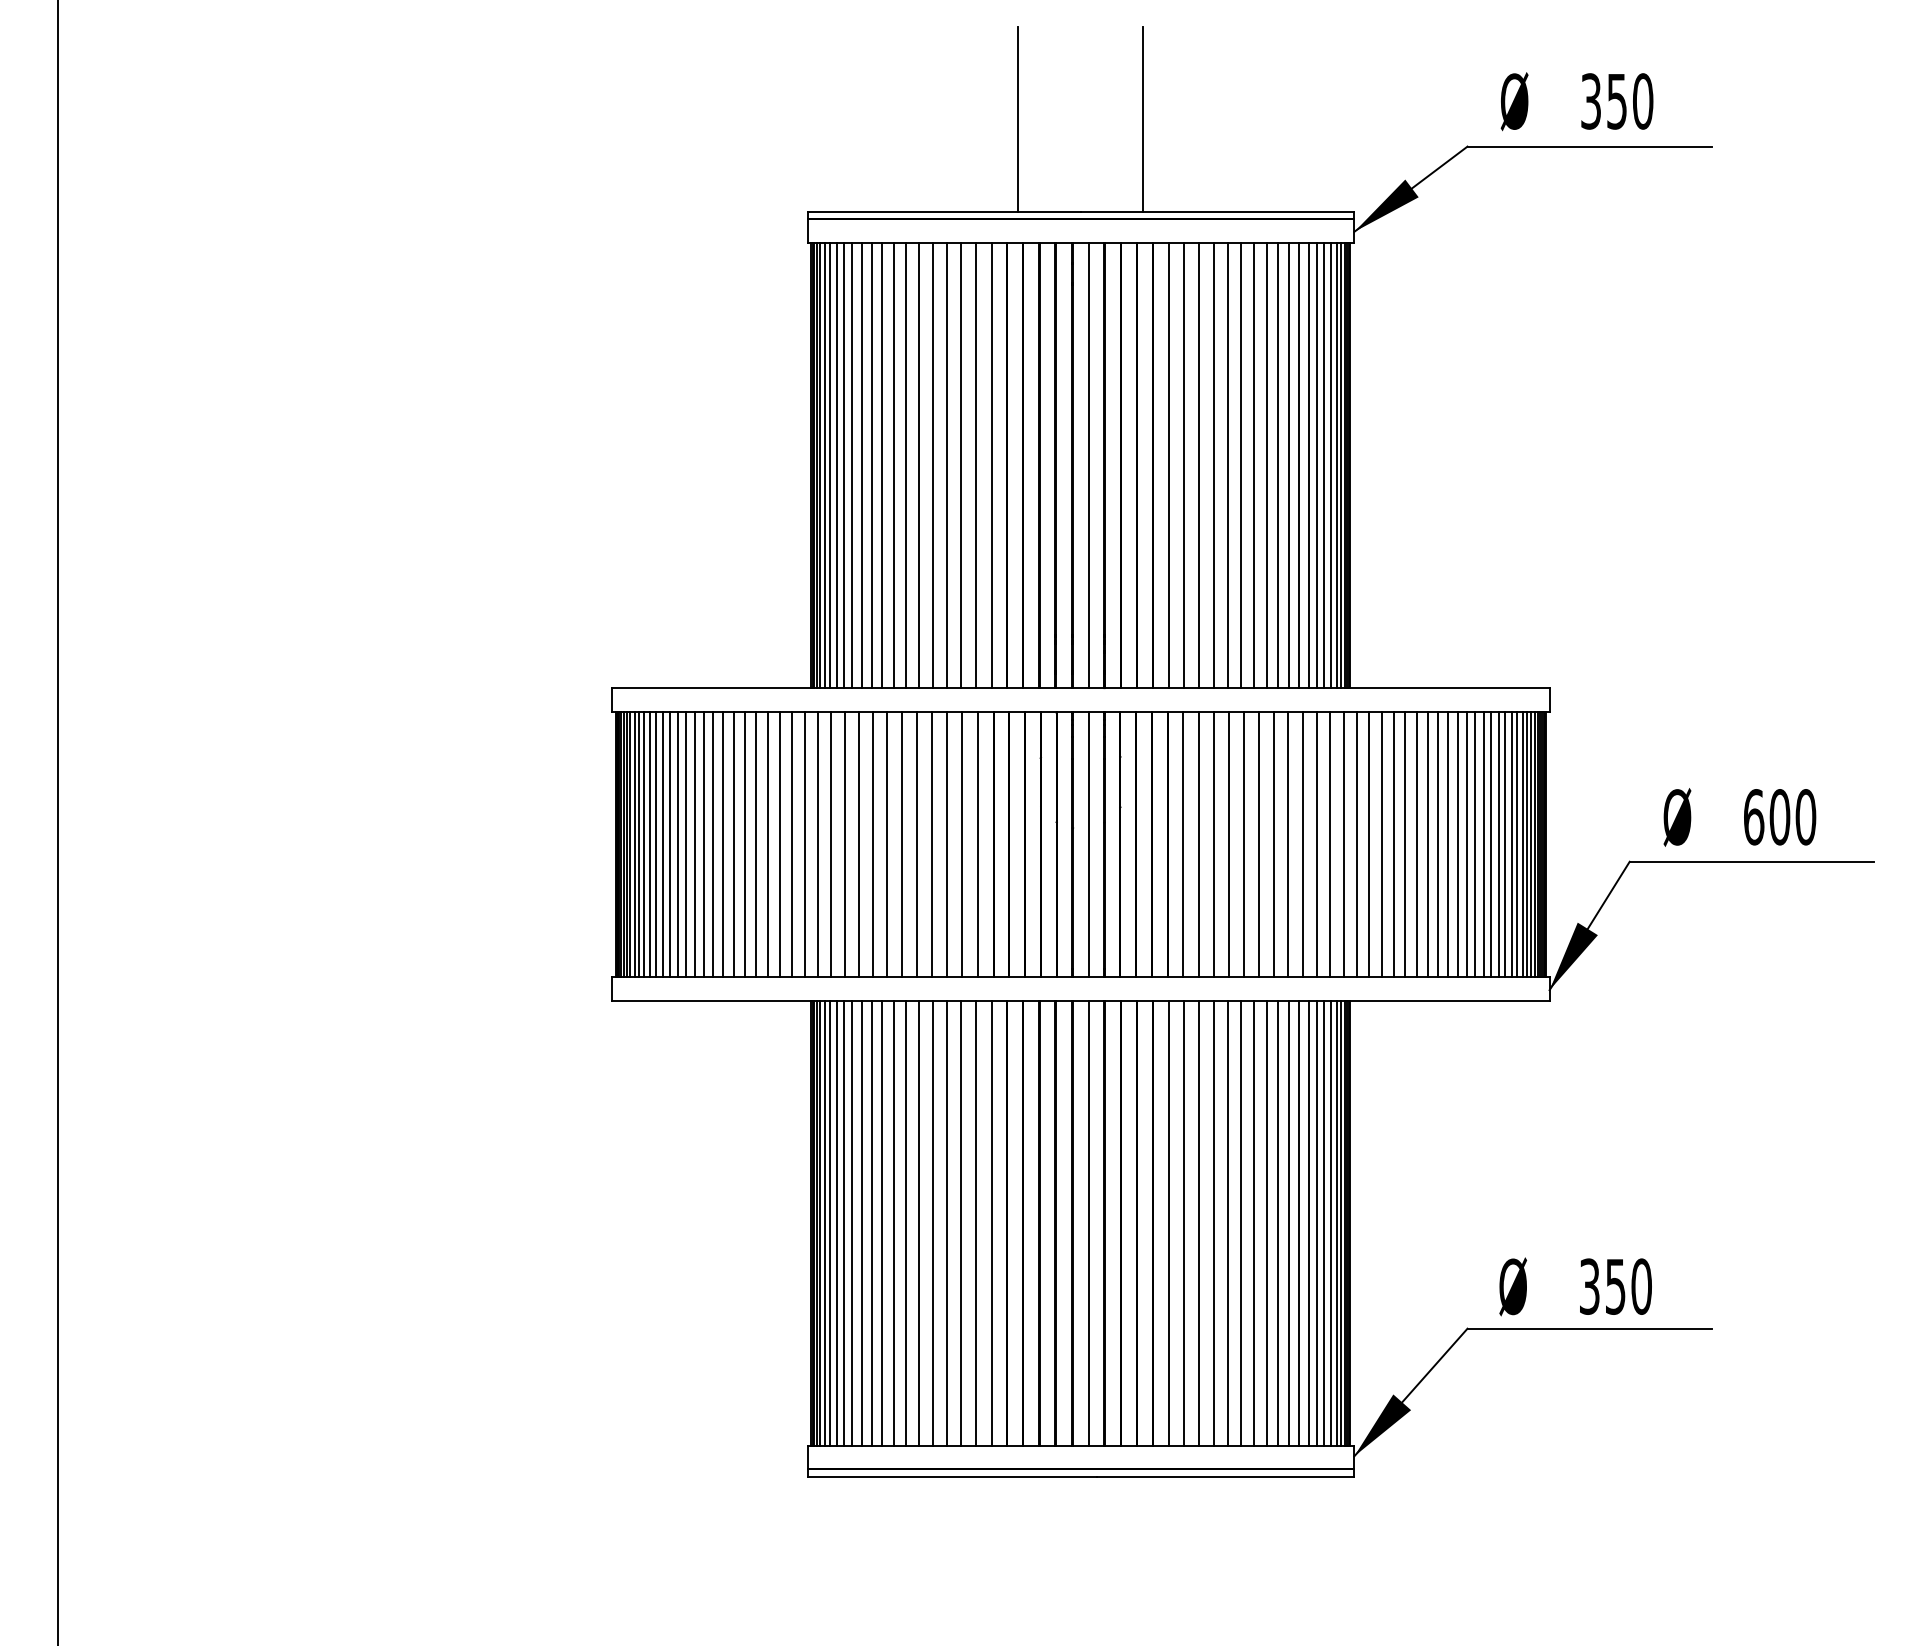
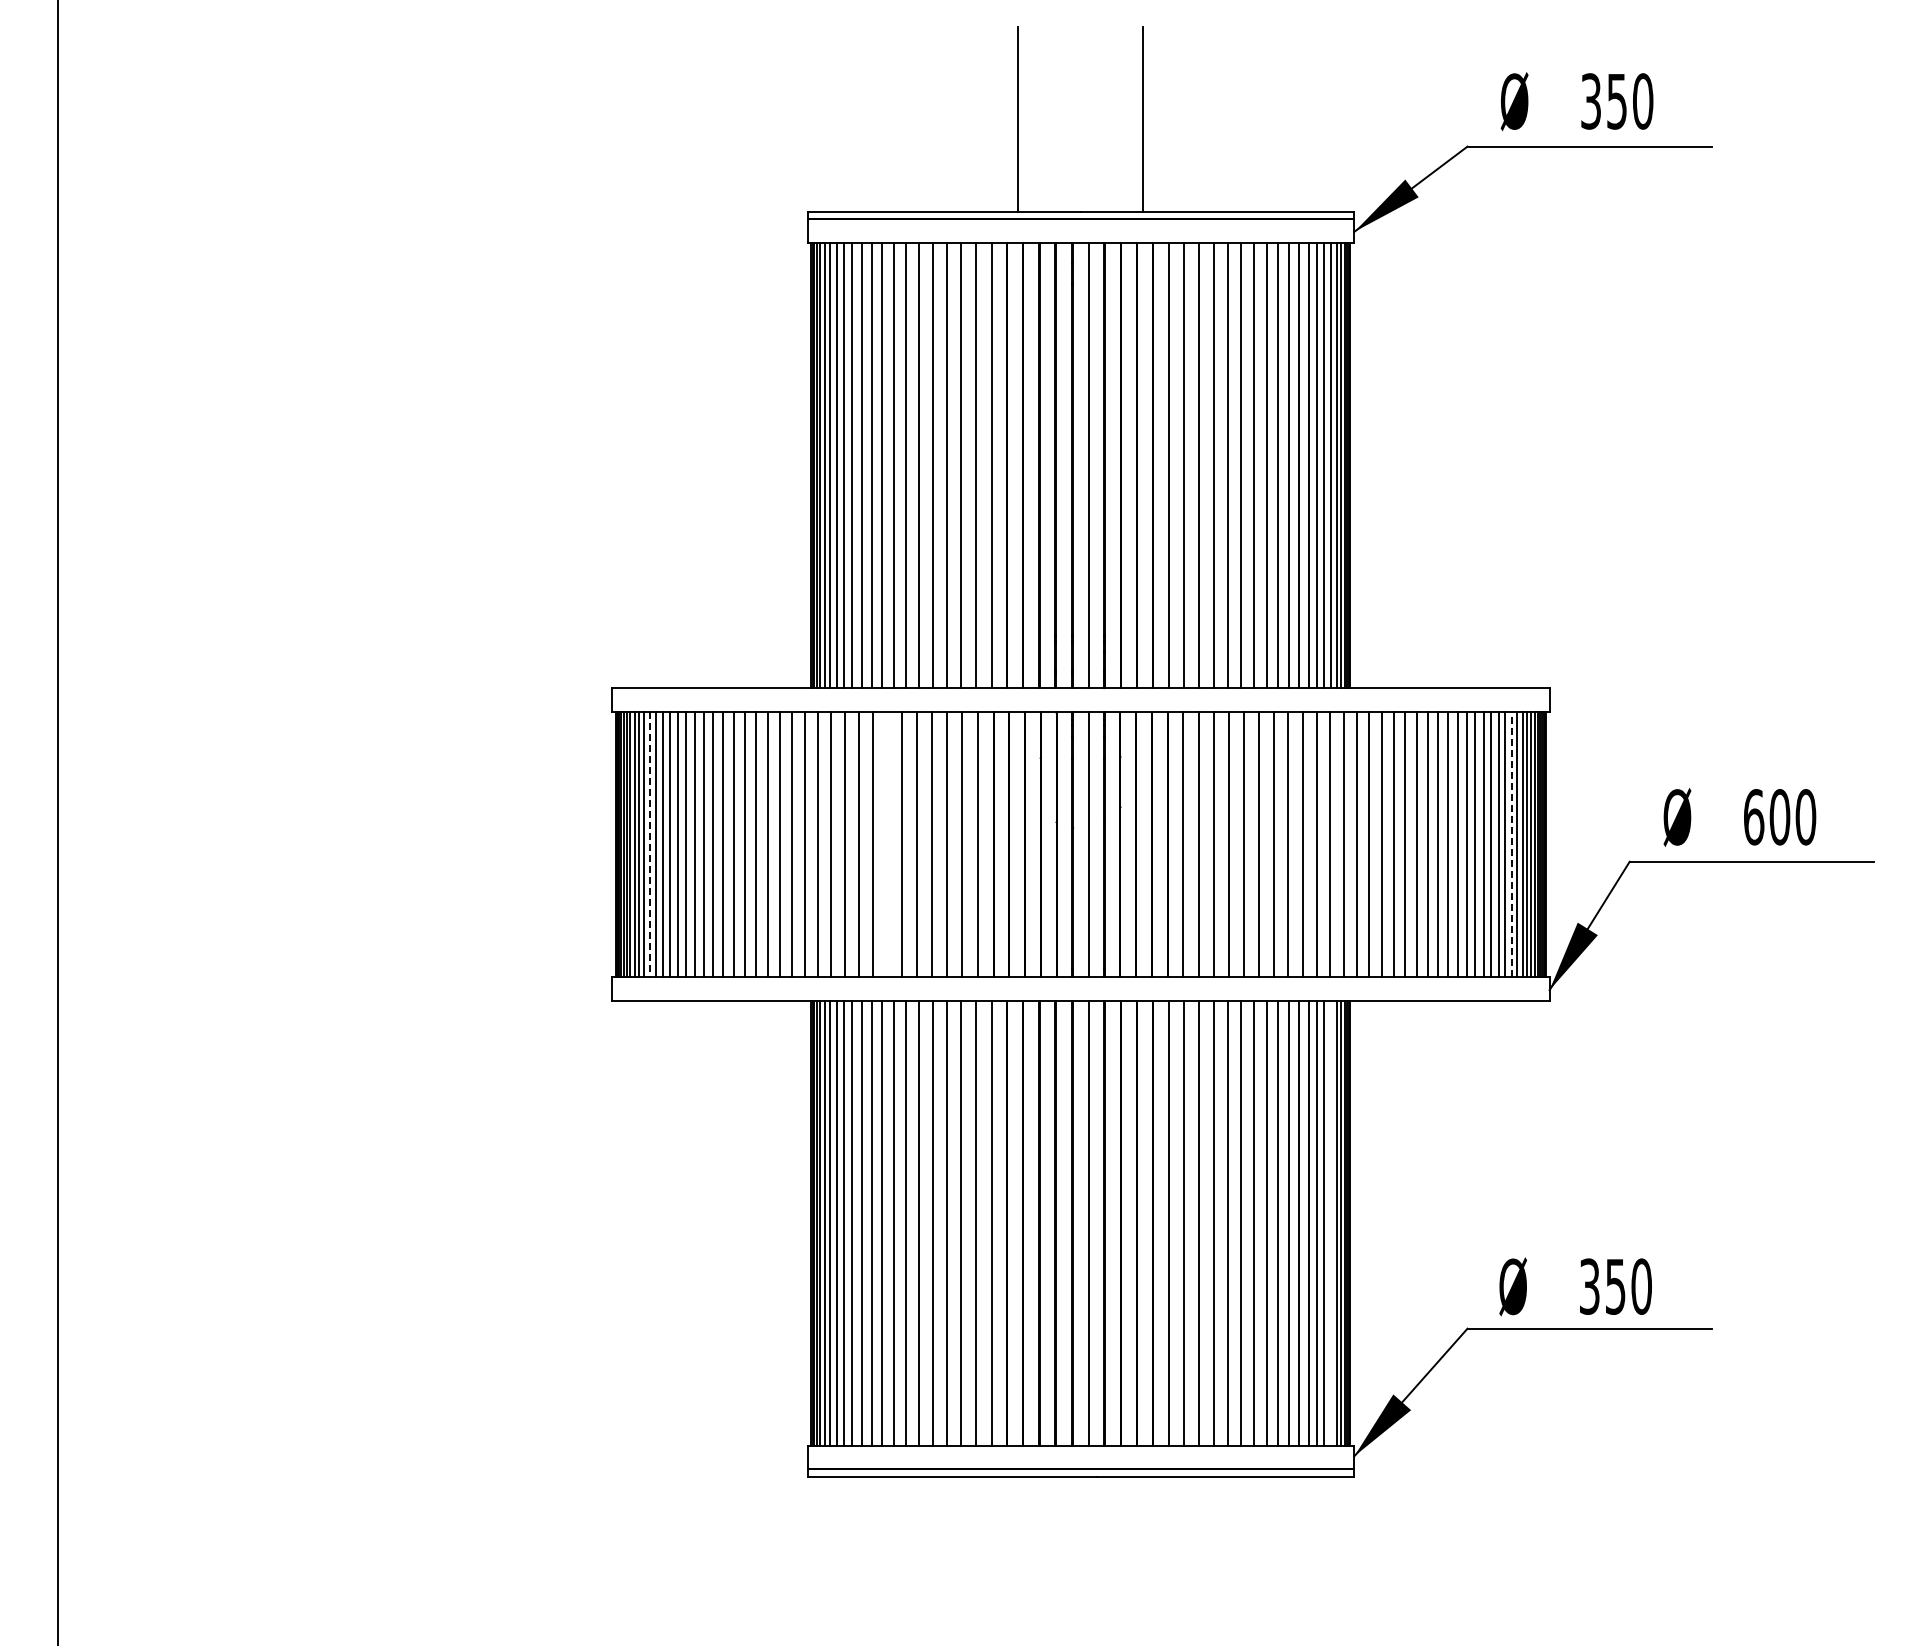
line at (650, 844): solid -> dashed
line at (887, 844): present -> none
line at (1511, 844): solid -> dashed
line at (1331, 1222): present -> none
